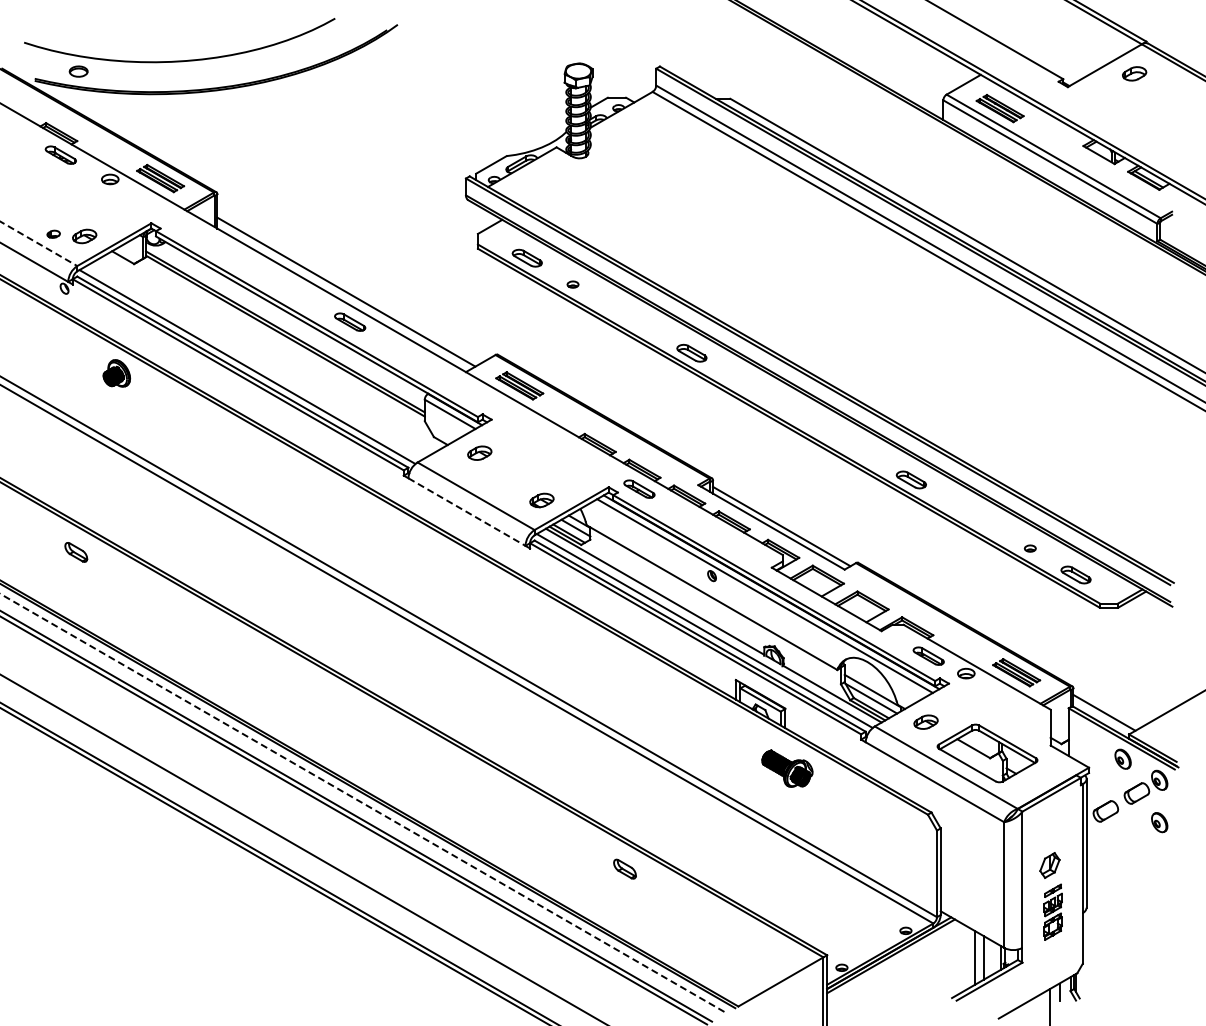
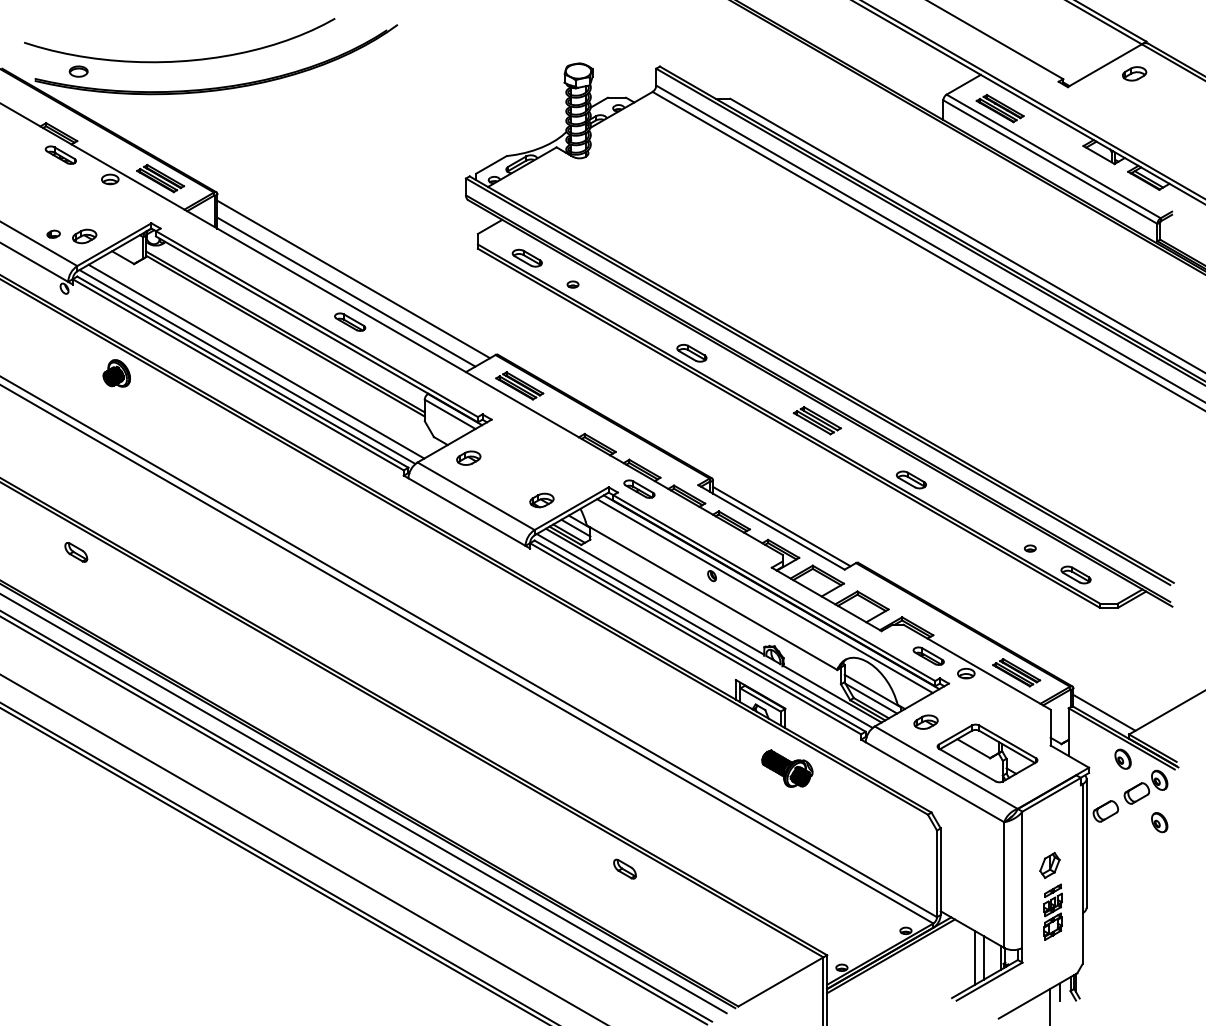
line at (39, 244): dashed -> solid
line at (353, 279): none -> present
line at (256, 361): none -> present
part at (816, 420): none -> present
part at (479, 452) position: (479, 452) -> (468, 457)
line at (466, 512): dashed -> solid
line at (363, 803): dashed -> solid
